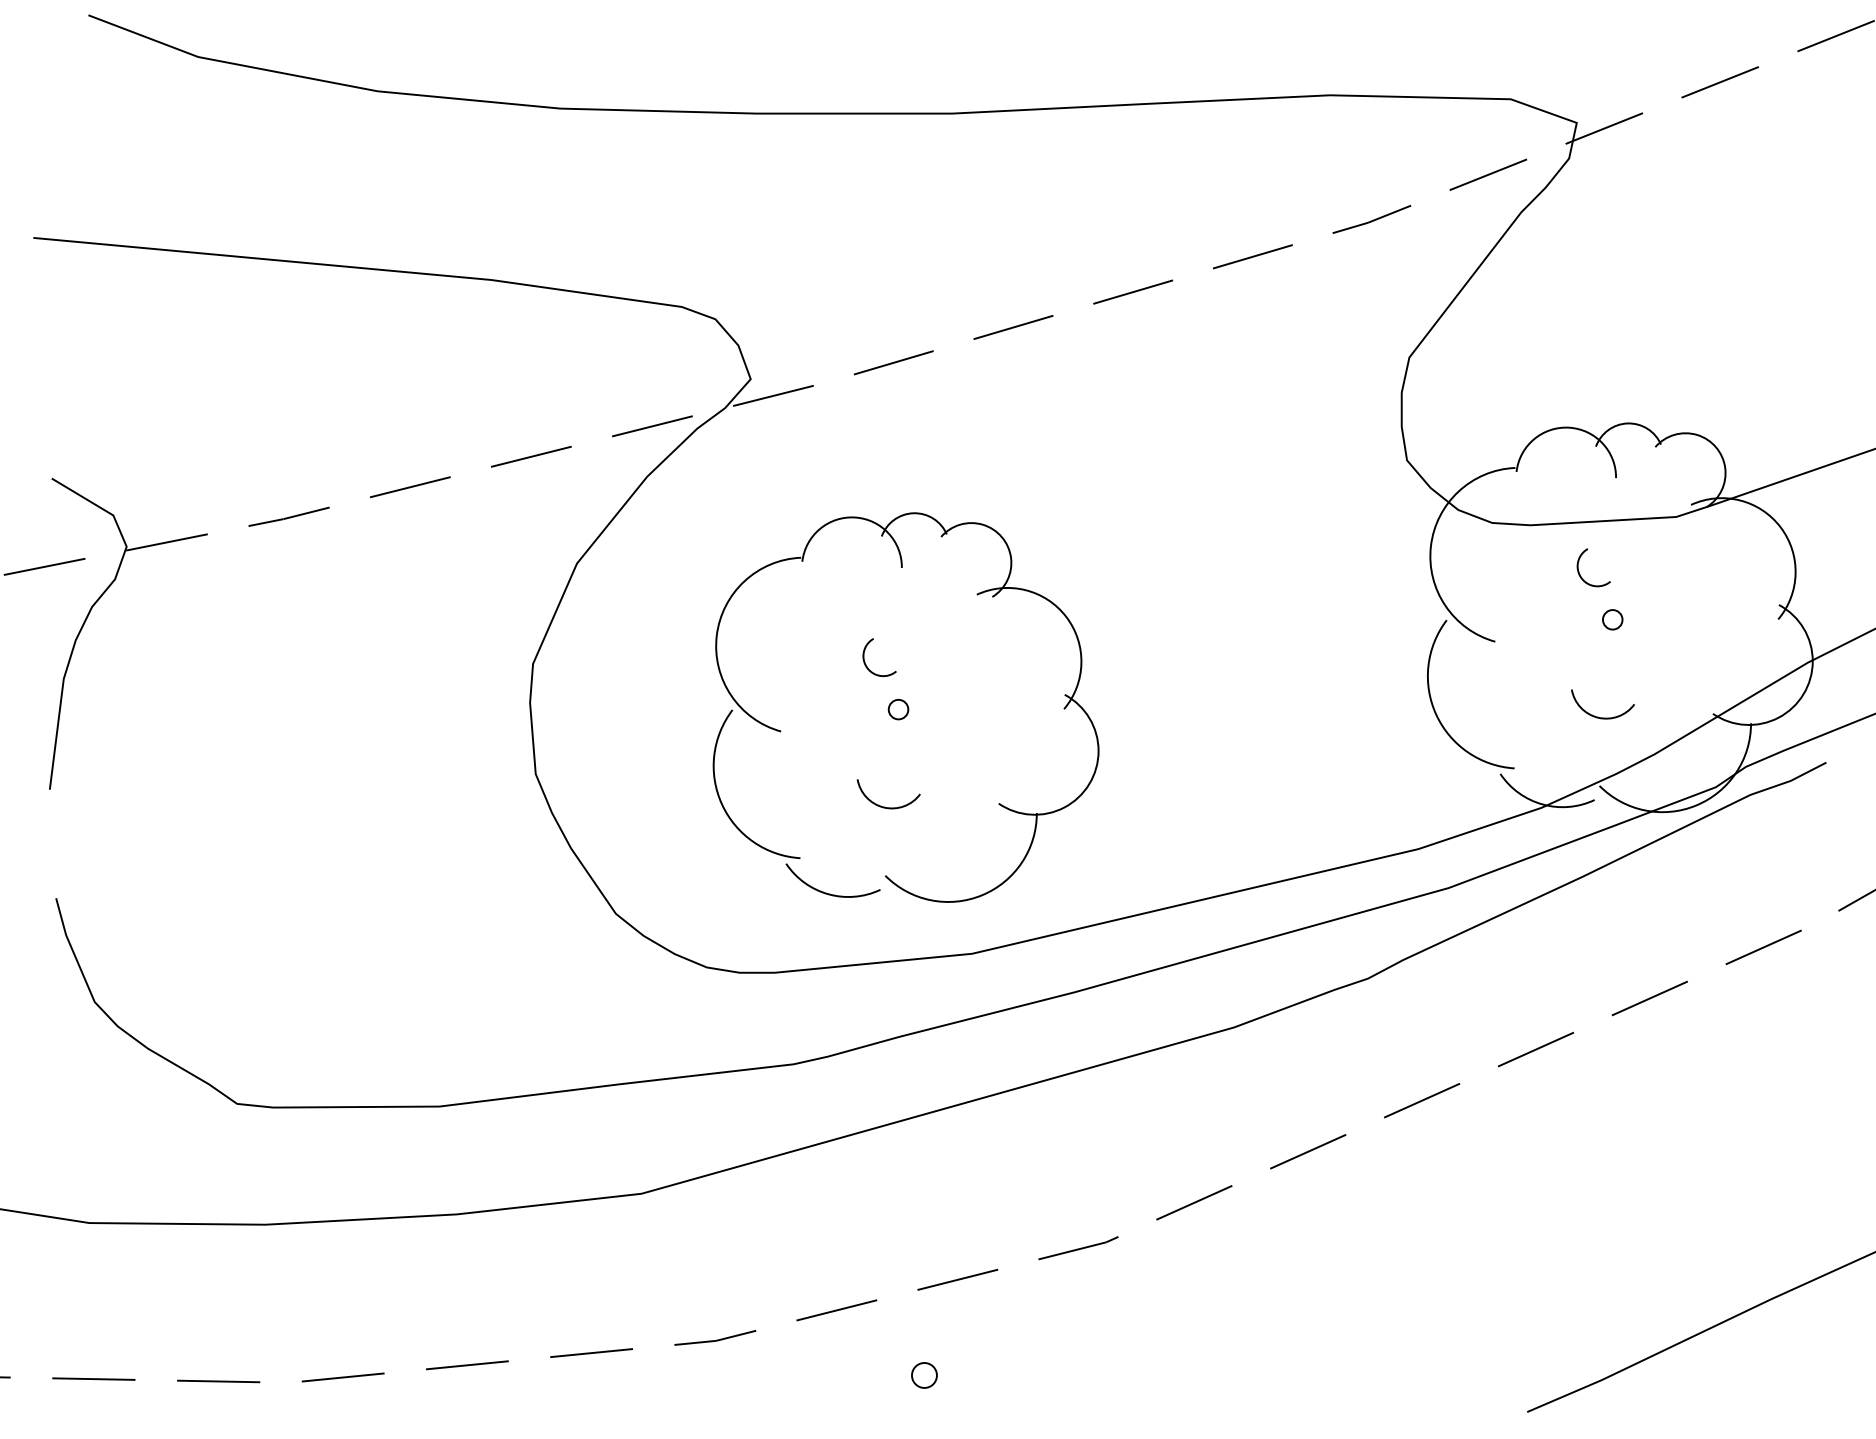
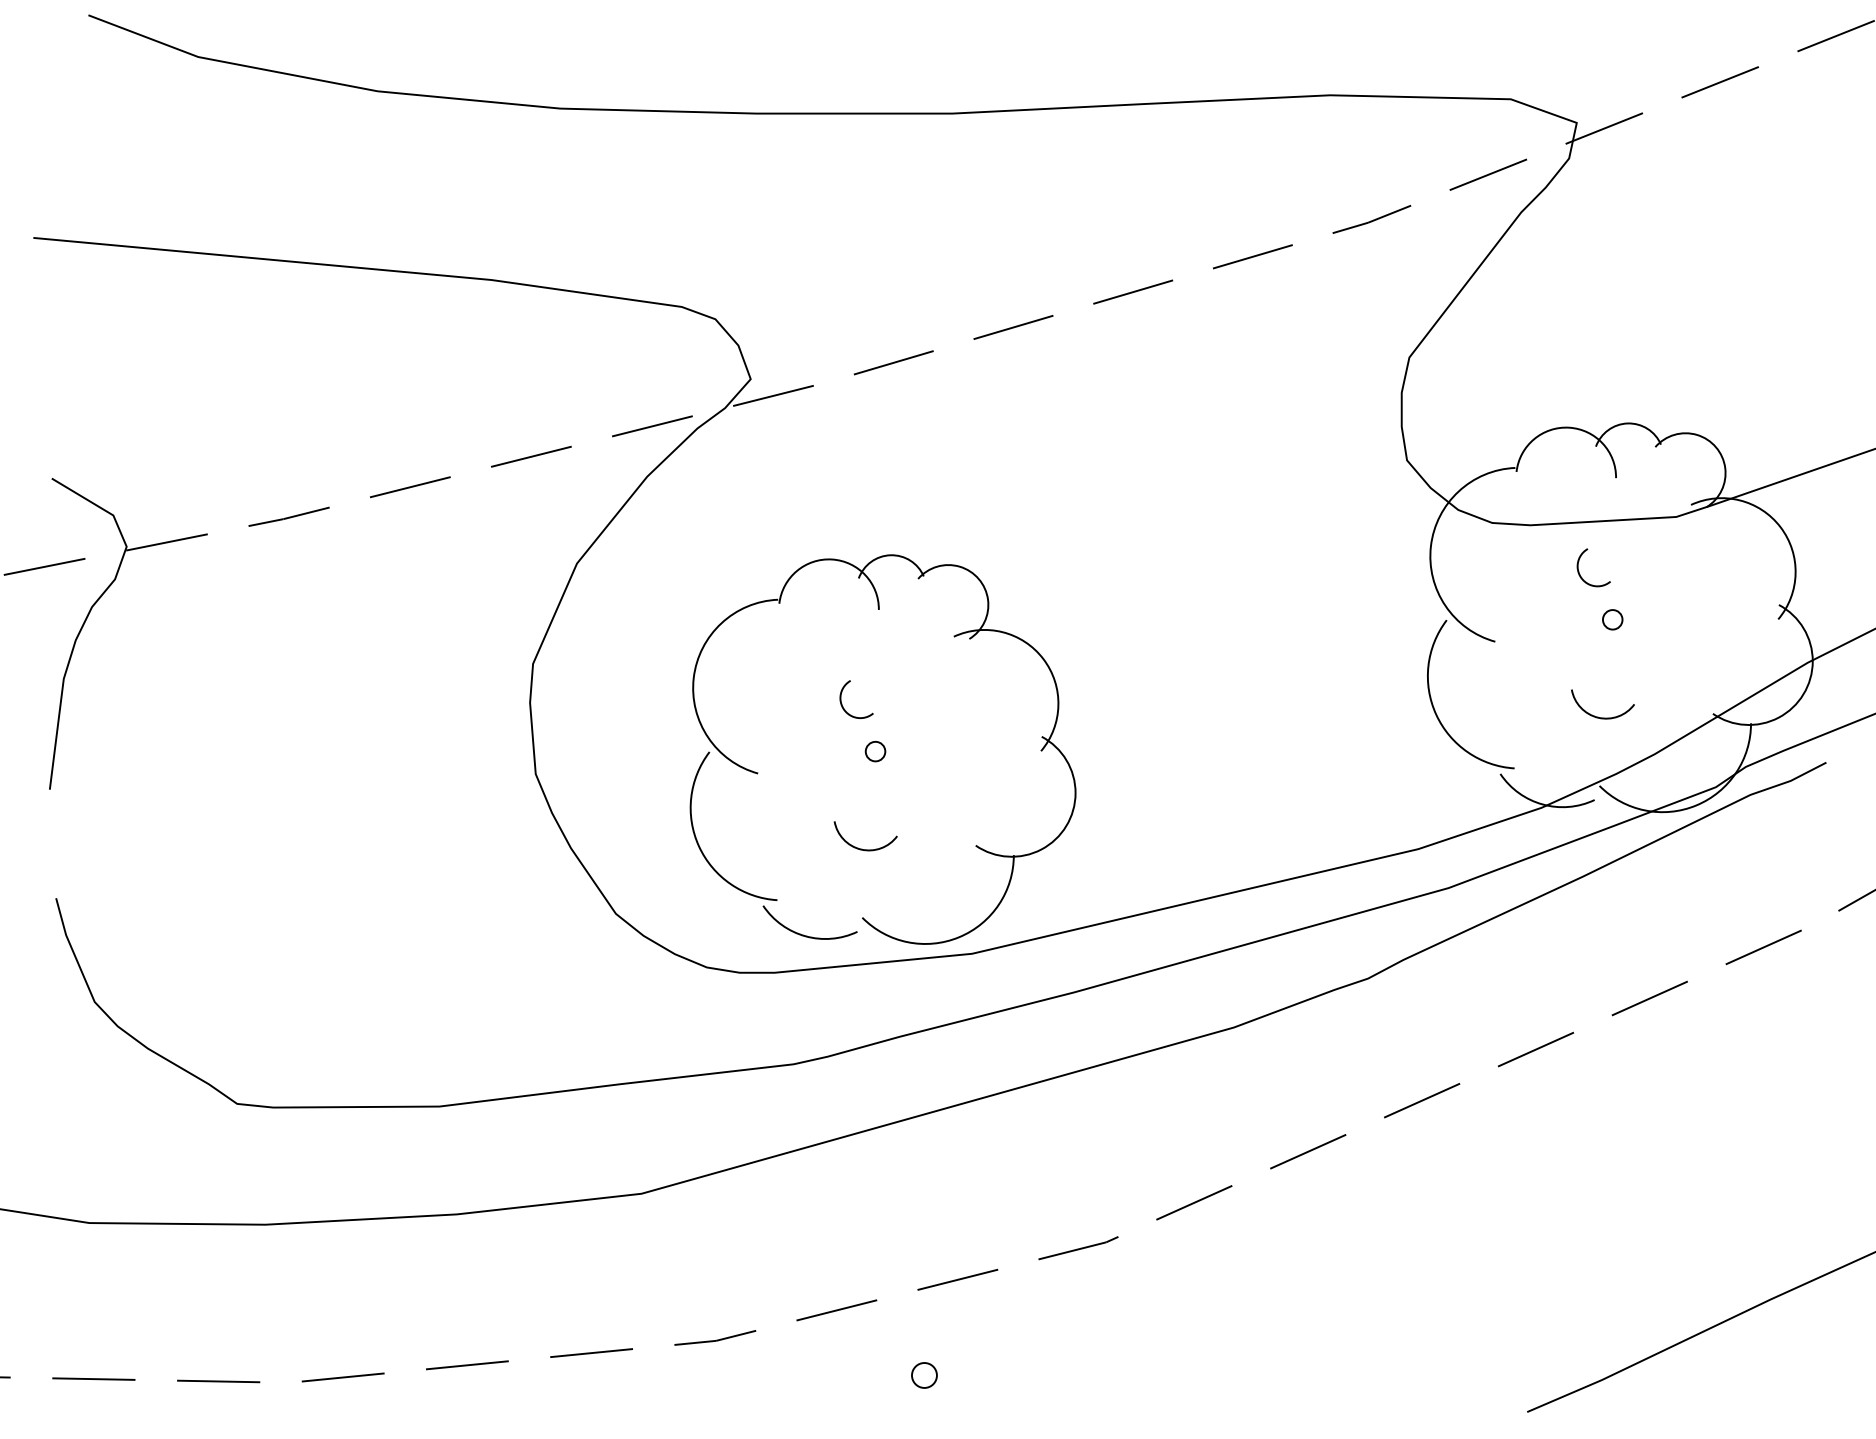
part at (905, 707) position: (905, 707) -> (882, 749)
